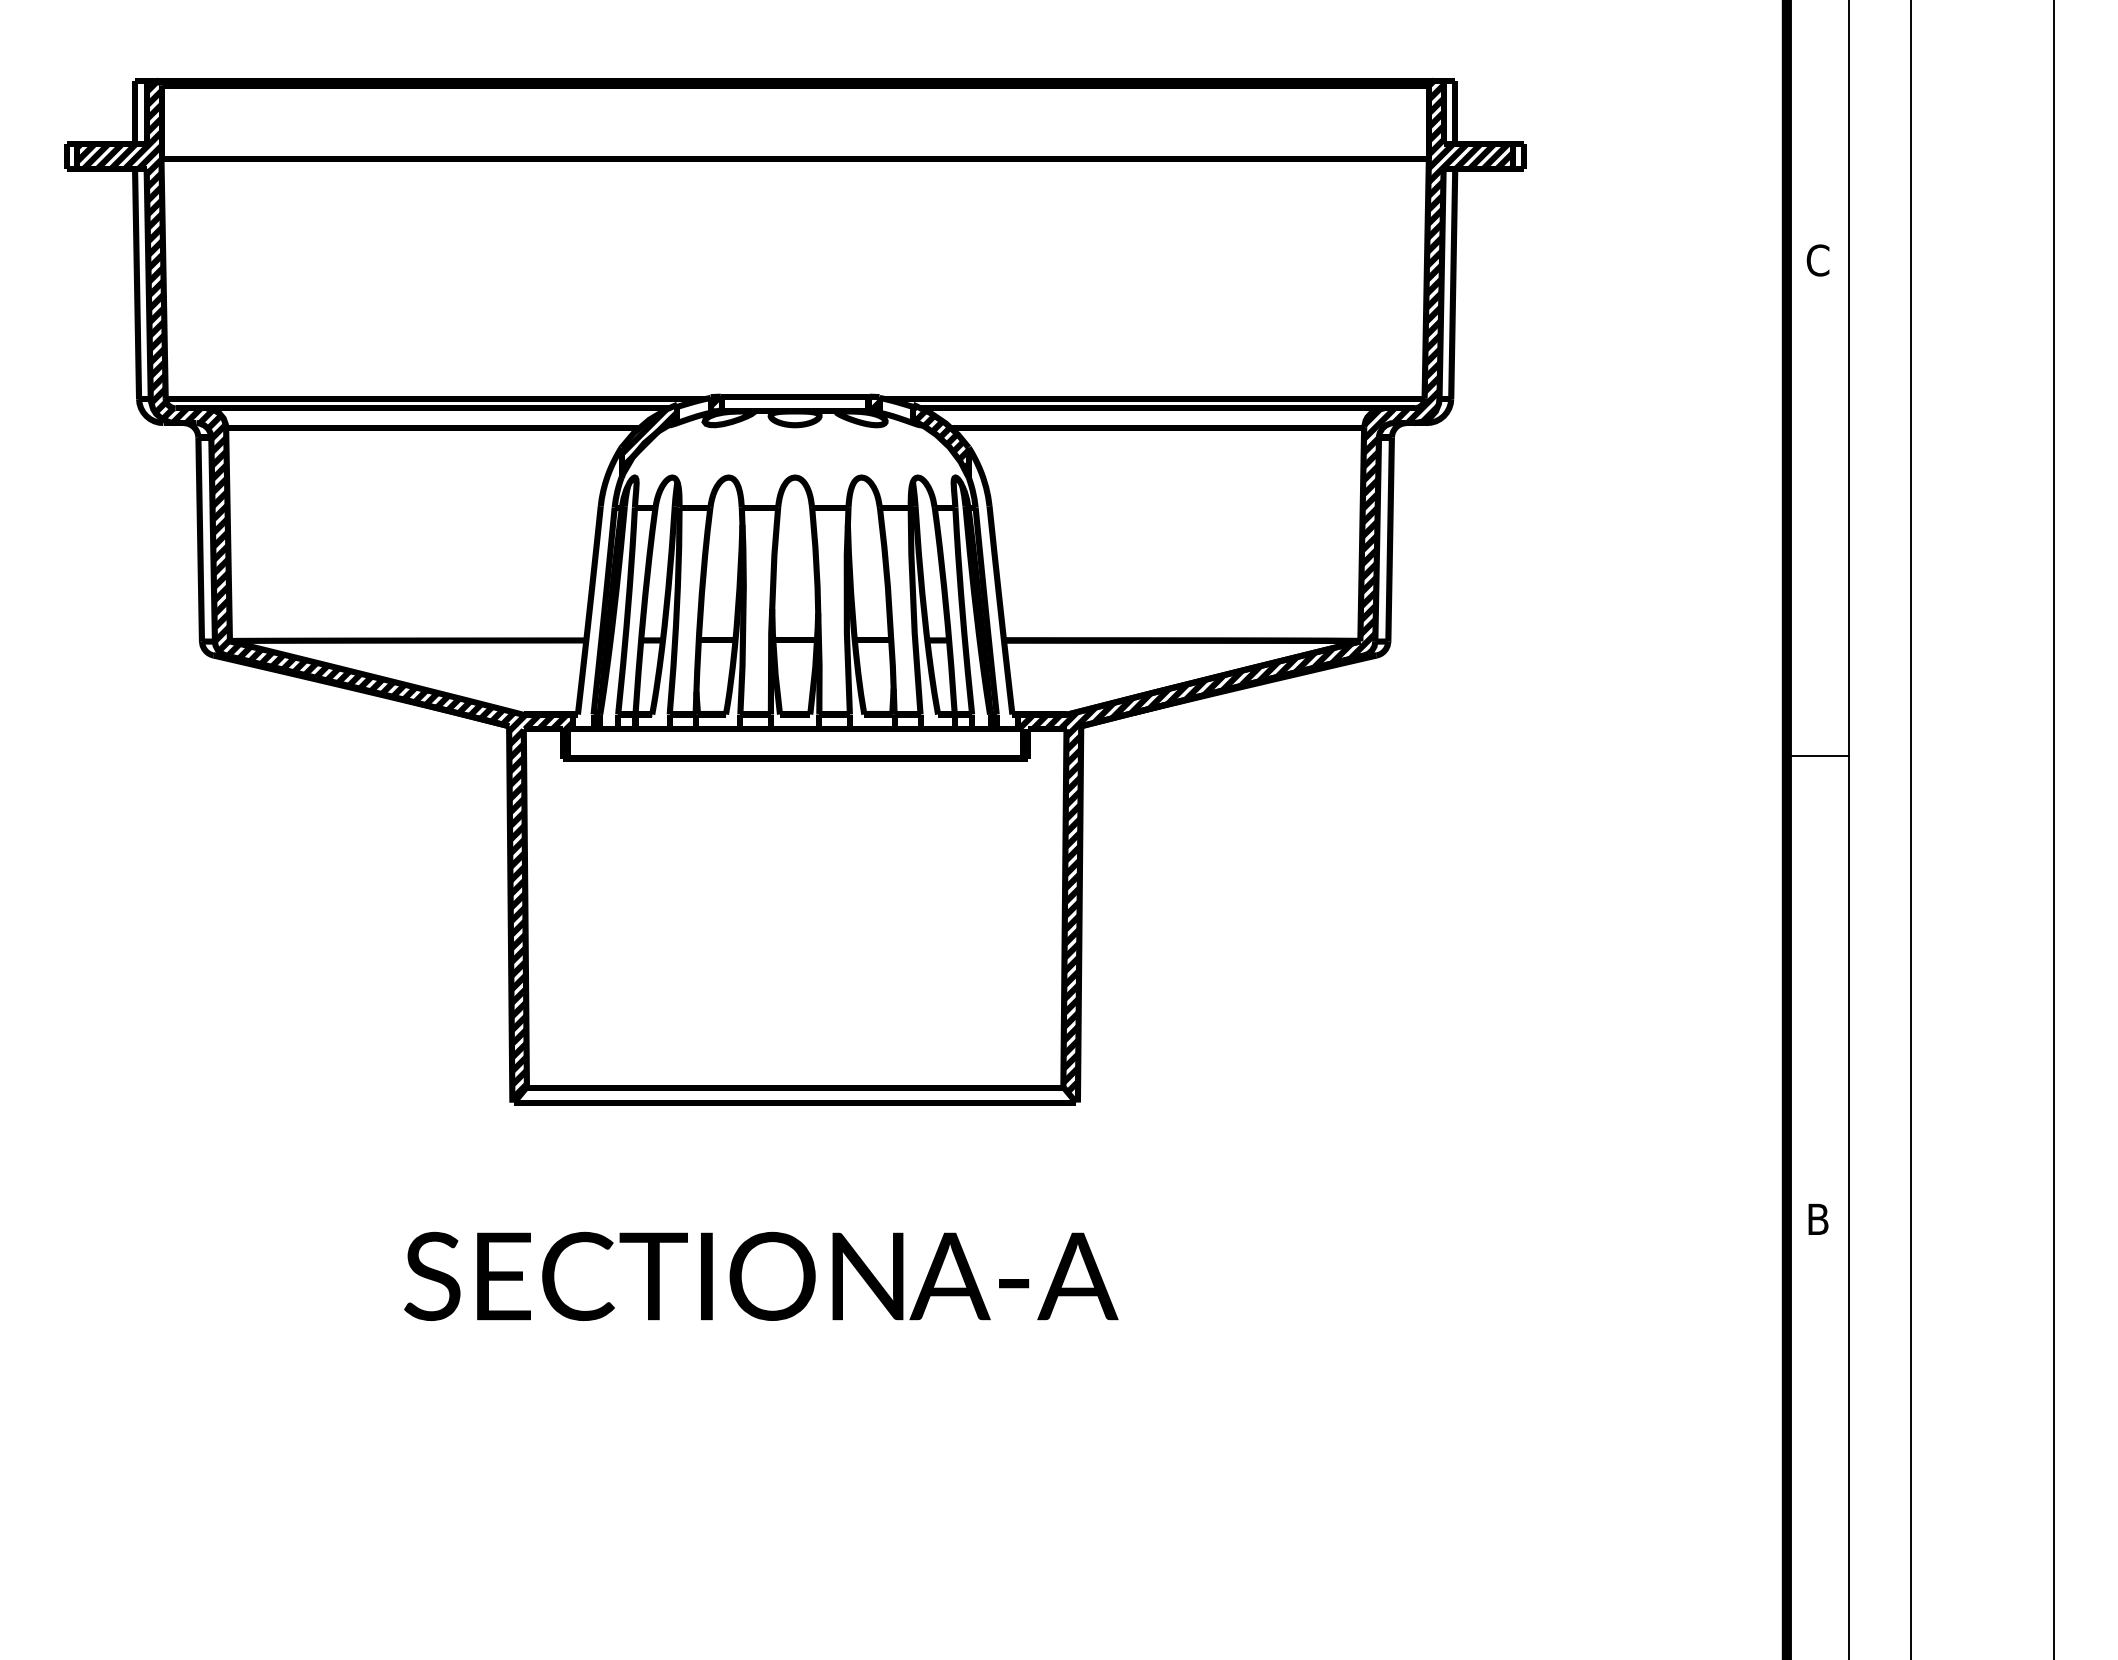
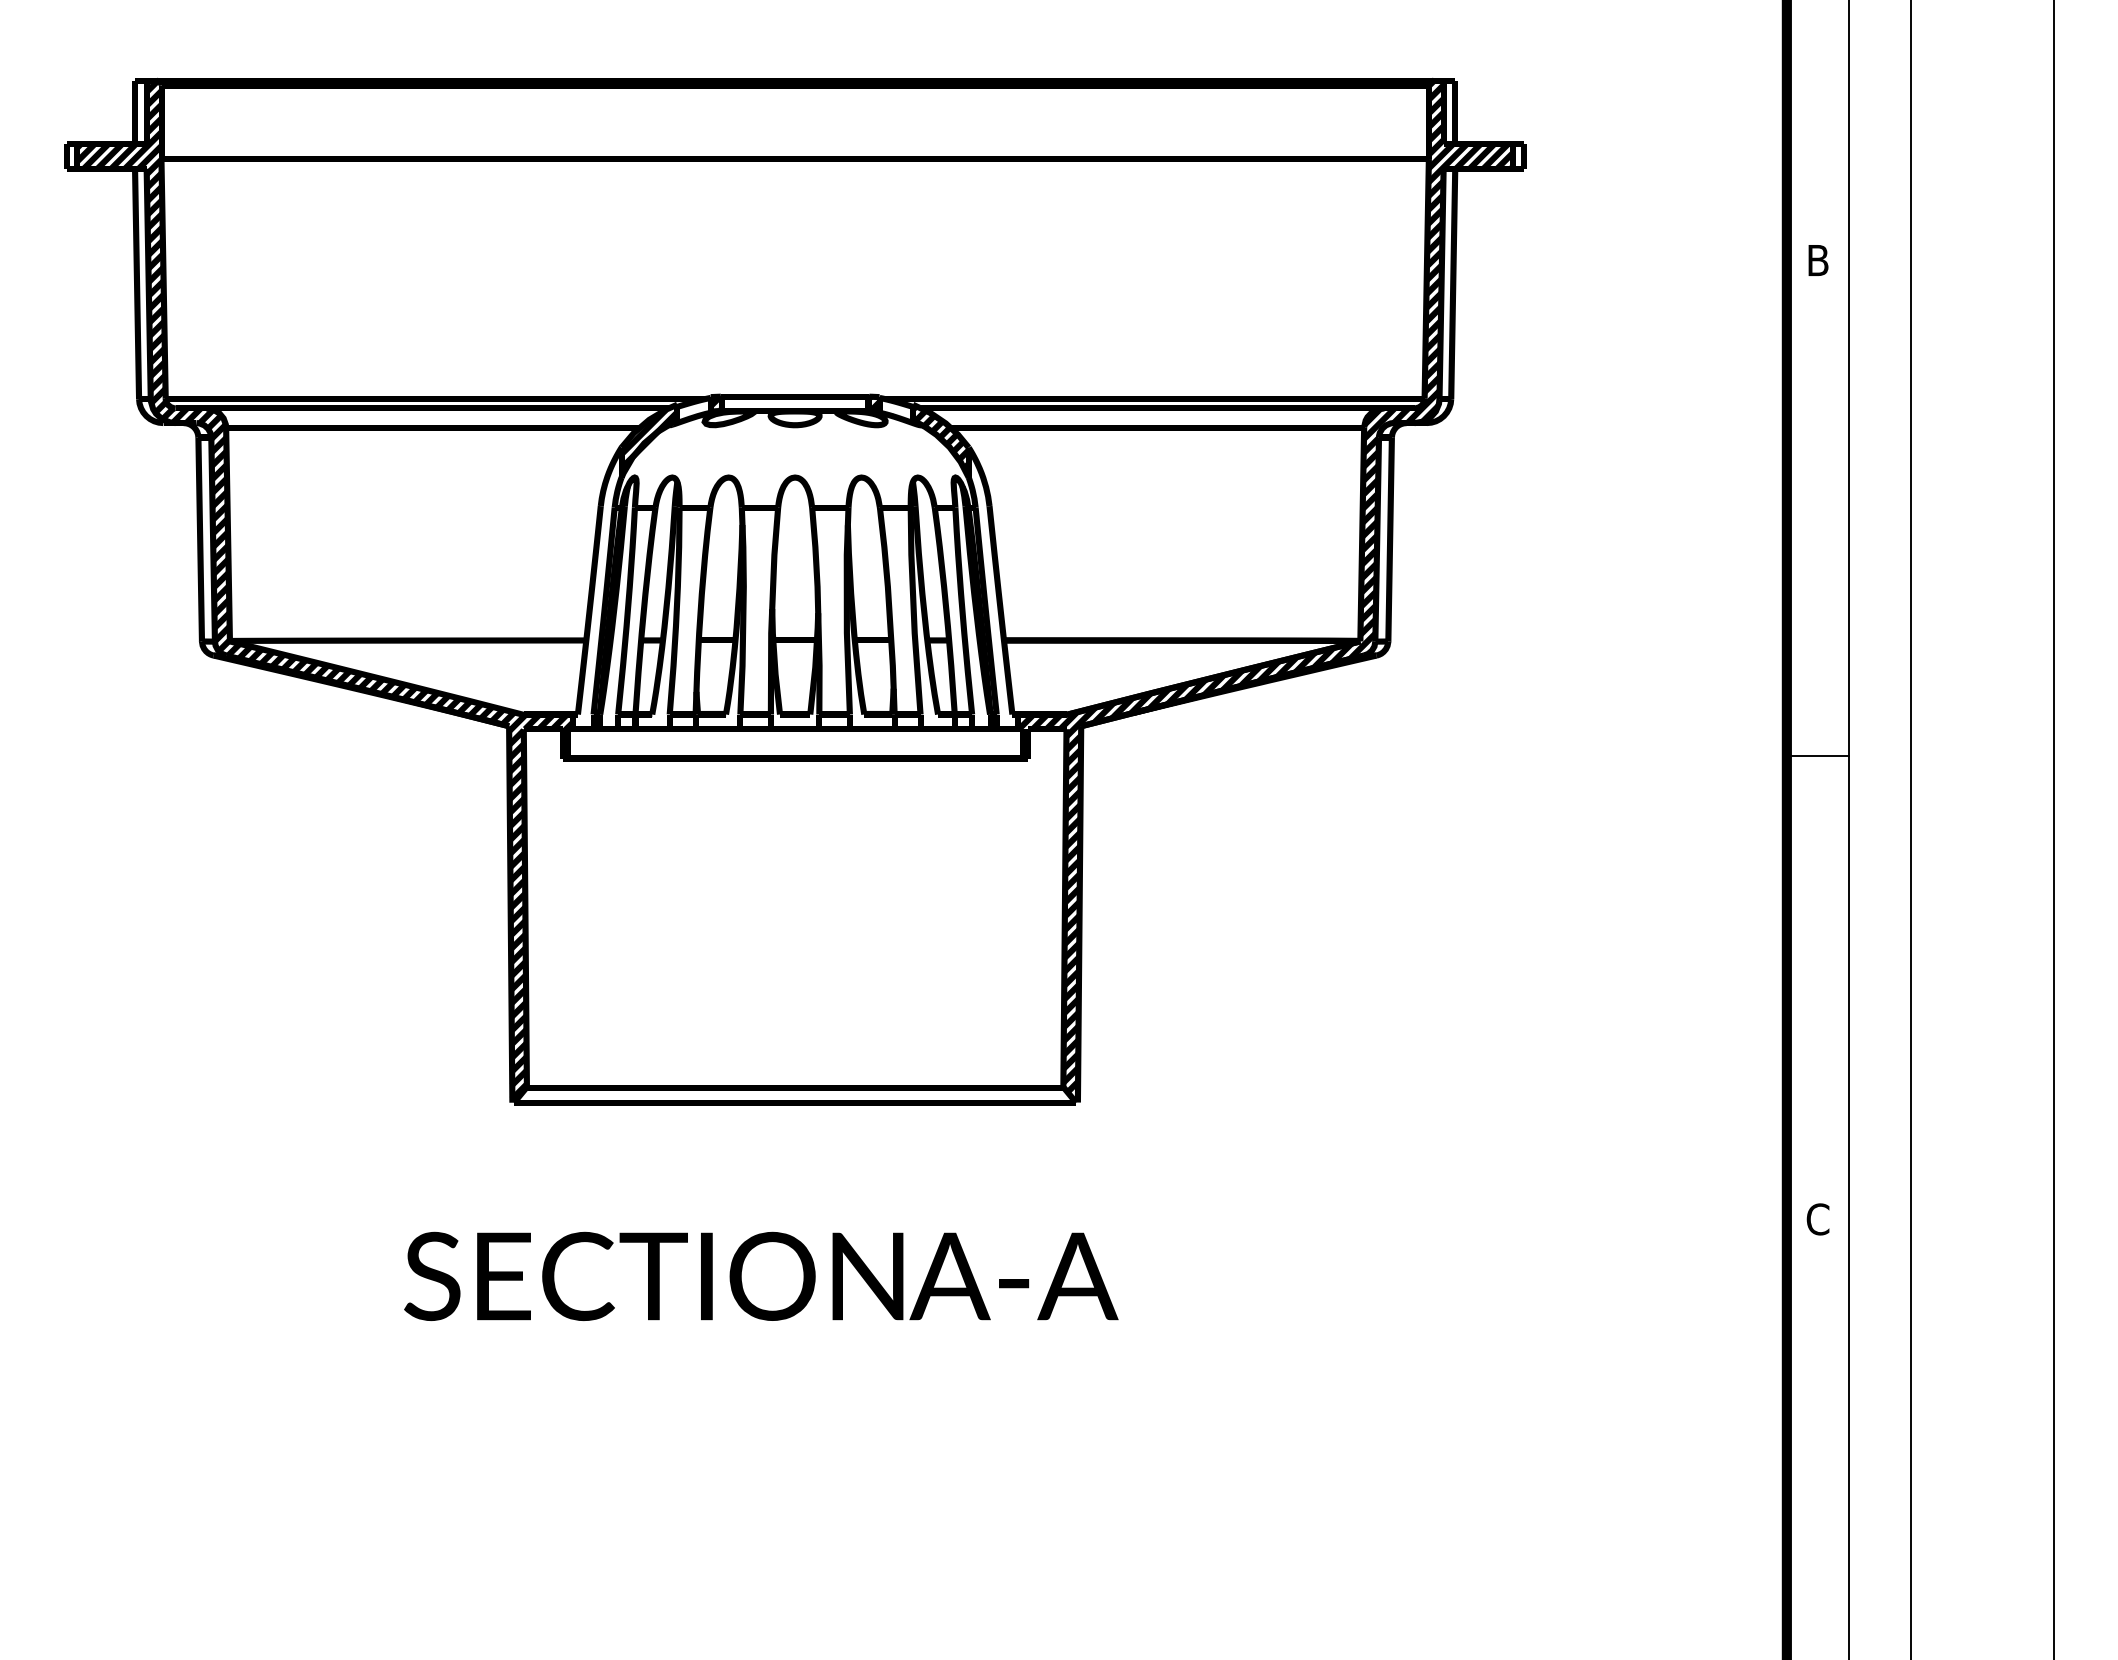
text at (1817, 260): C -> B
text at (1817, 1219): B -> C
